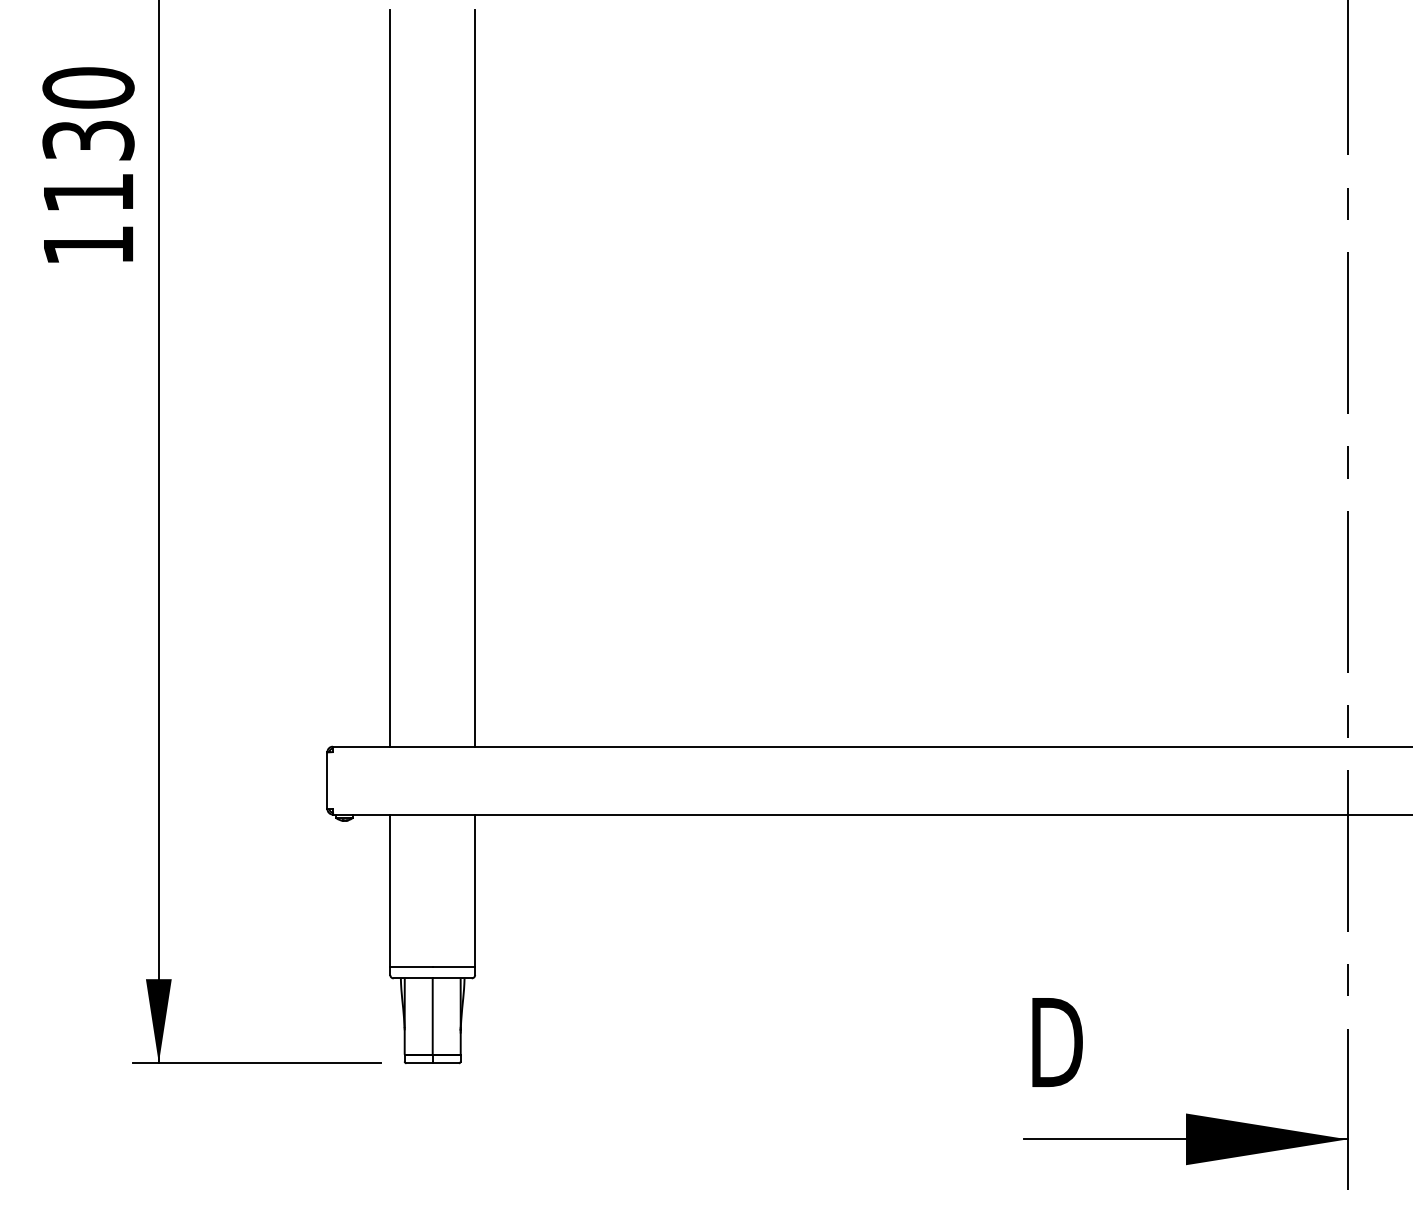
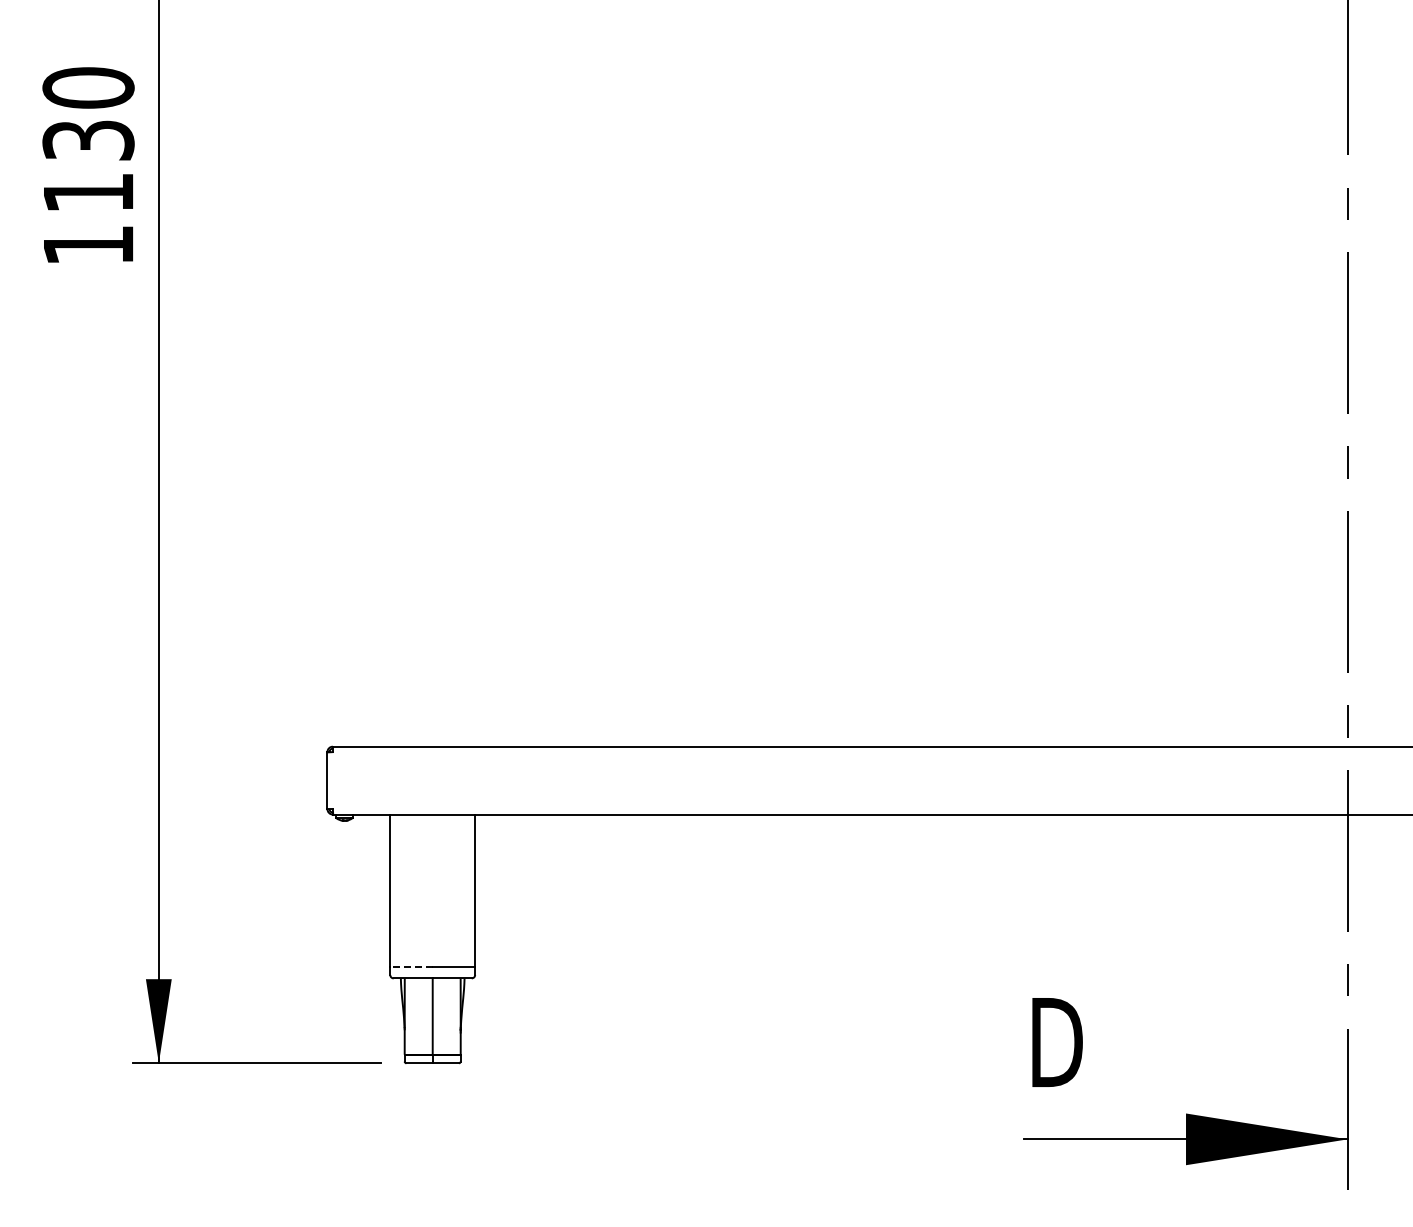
line at (390, 378): present -> none
line at (475, 378): present -> none
line at (411, 966): solid -> dashed
